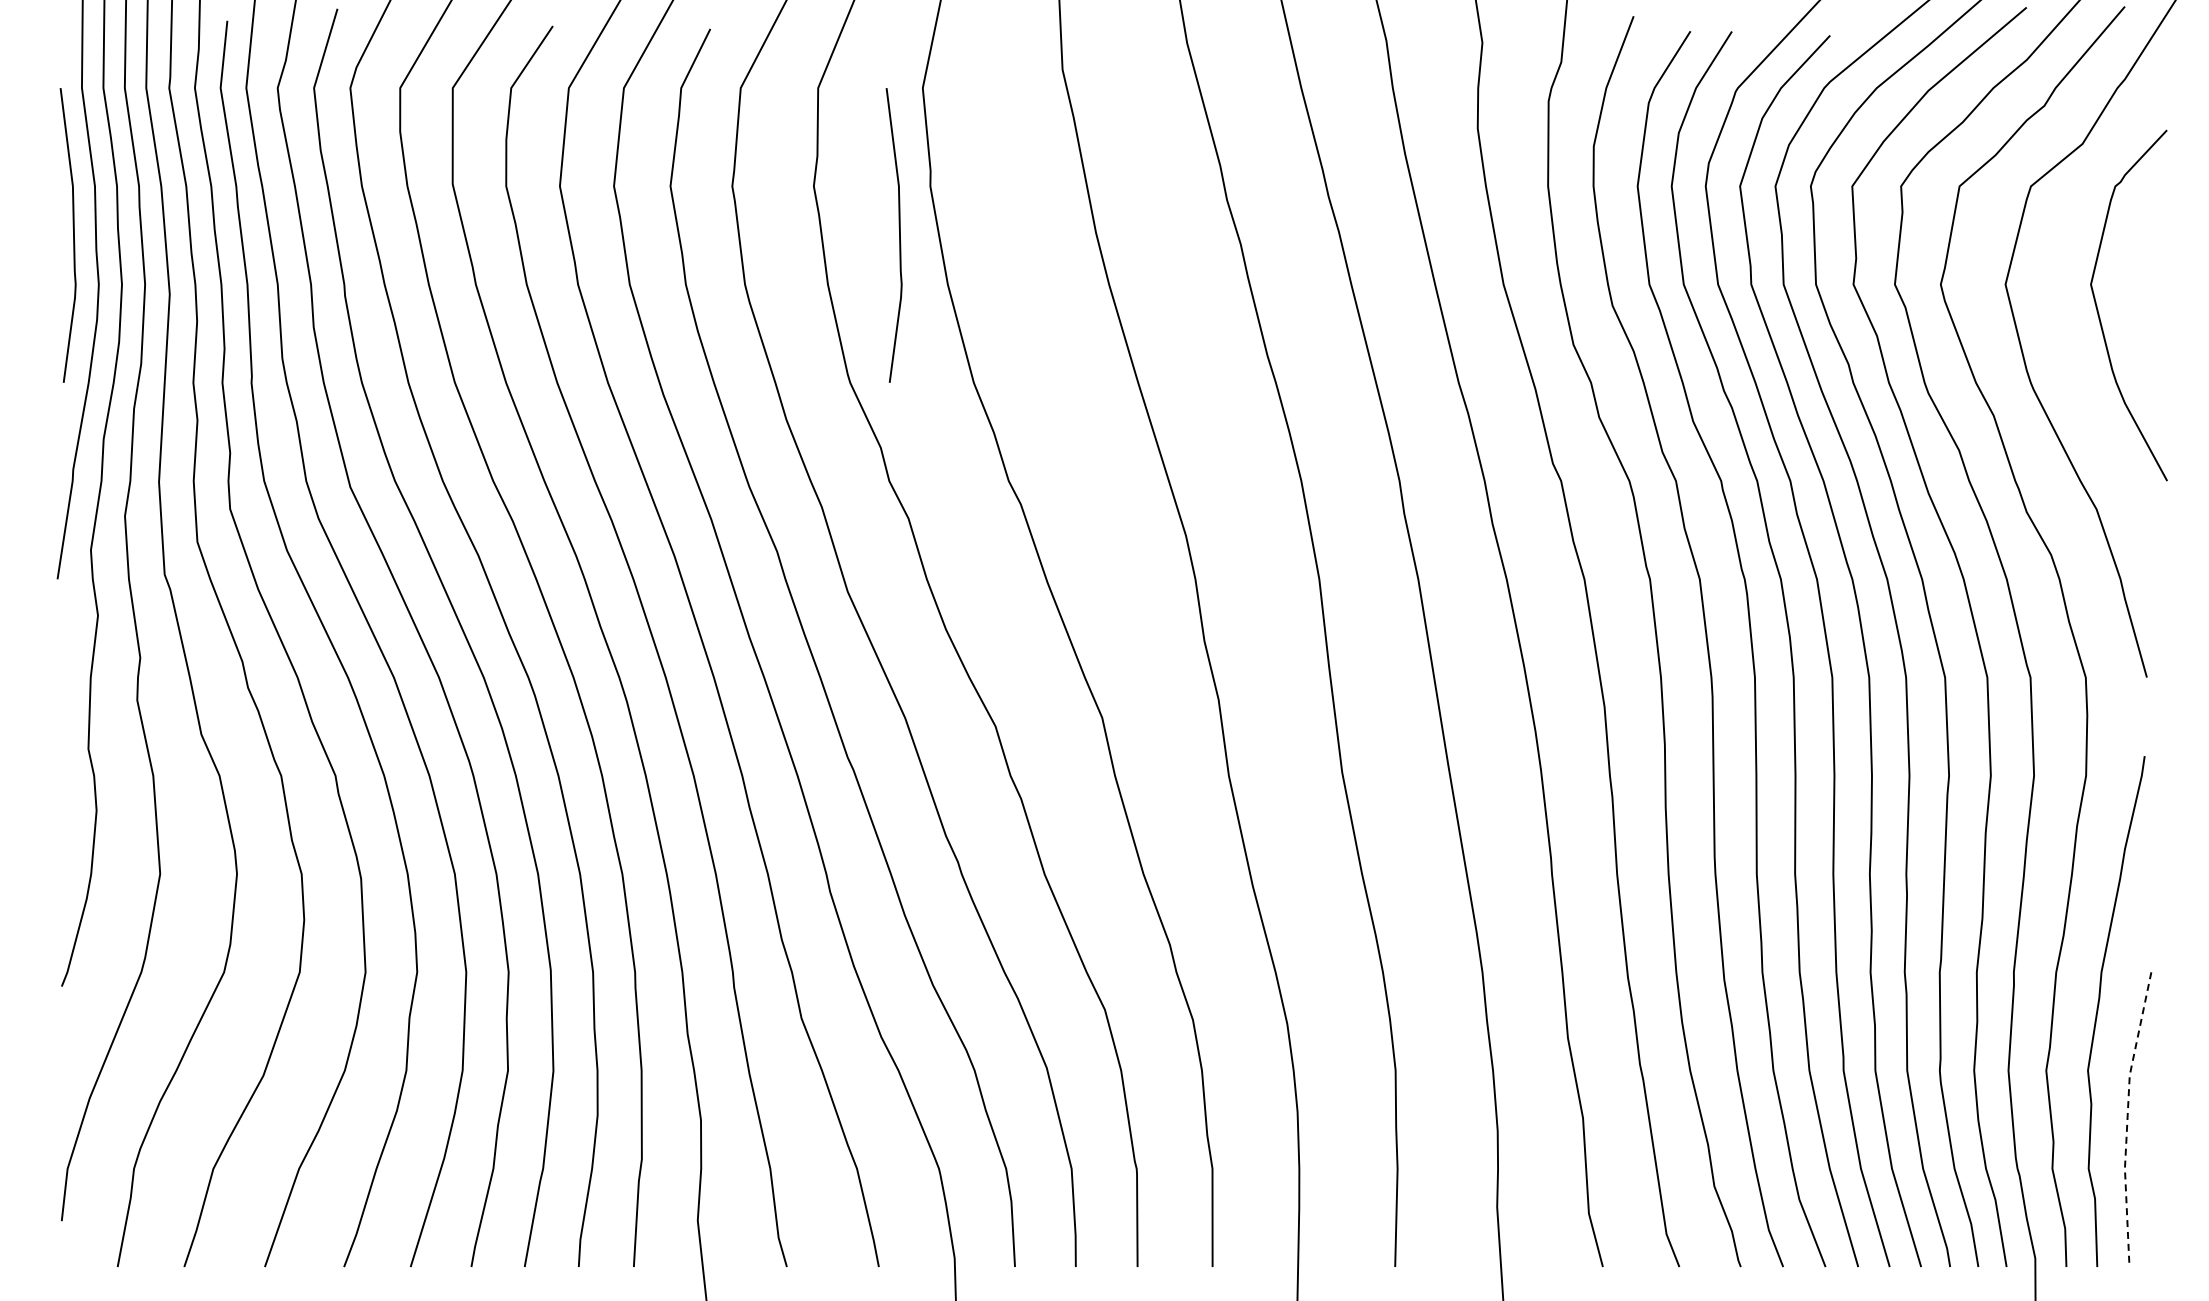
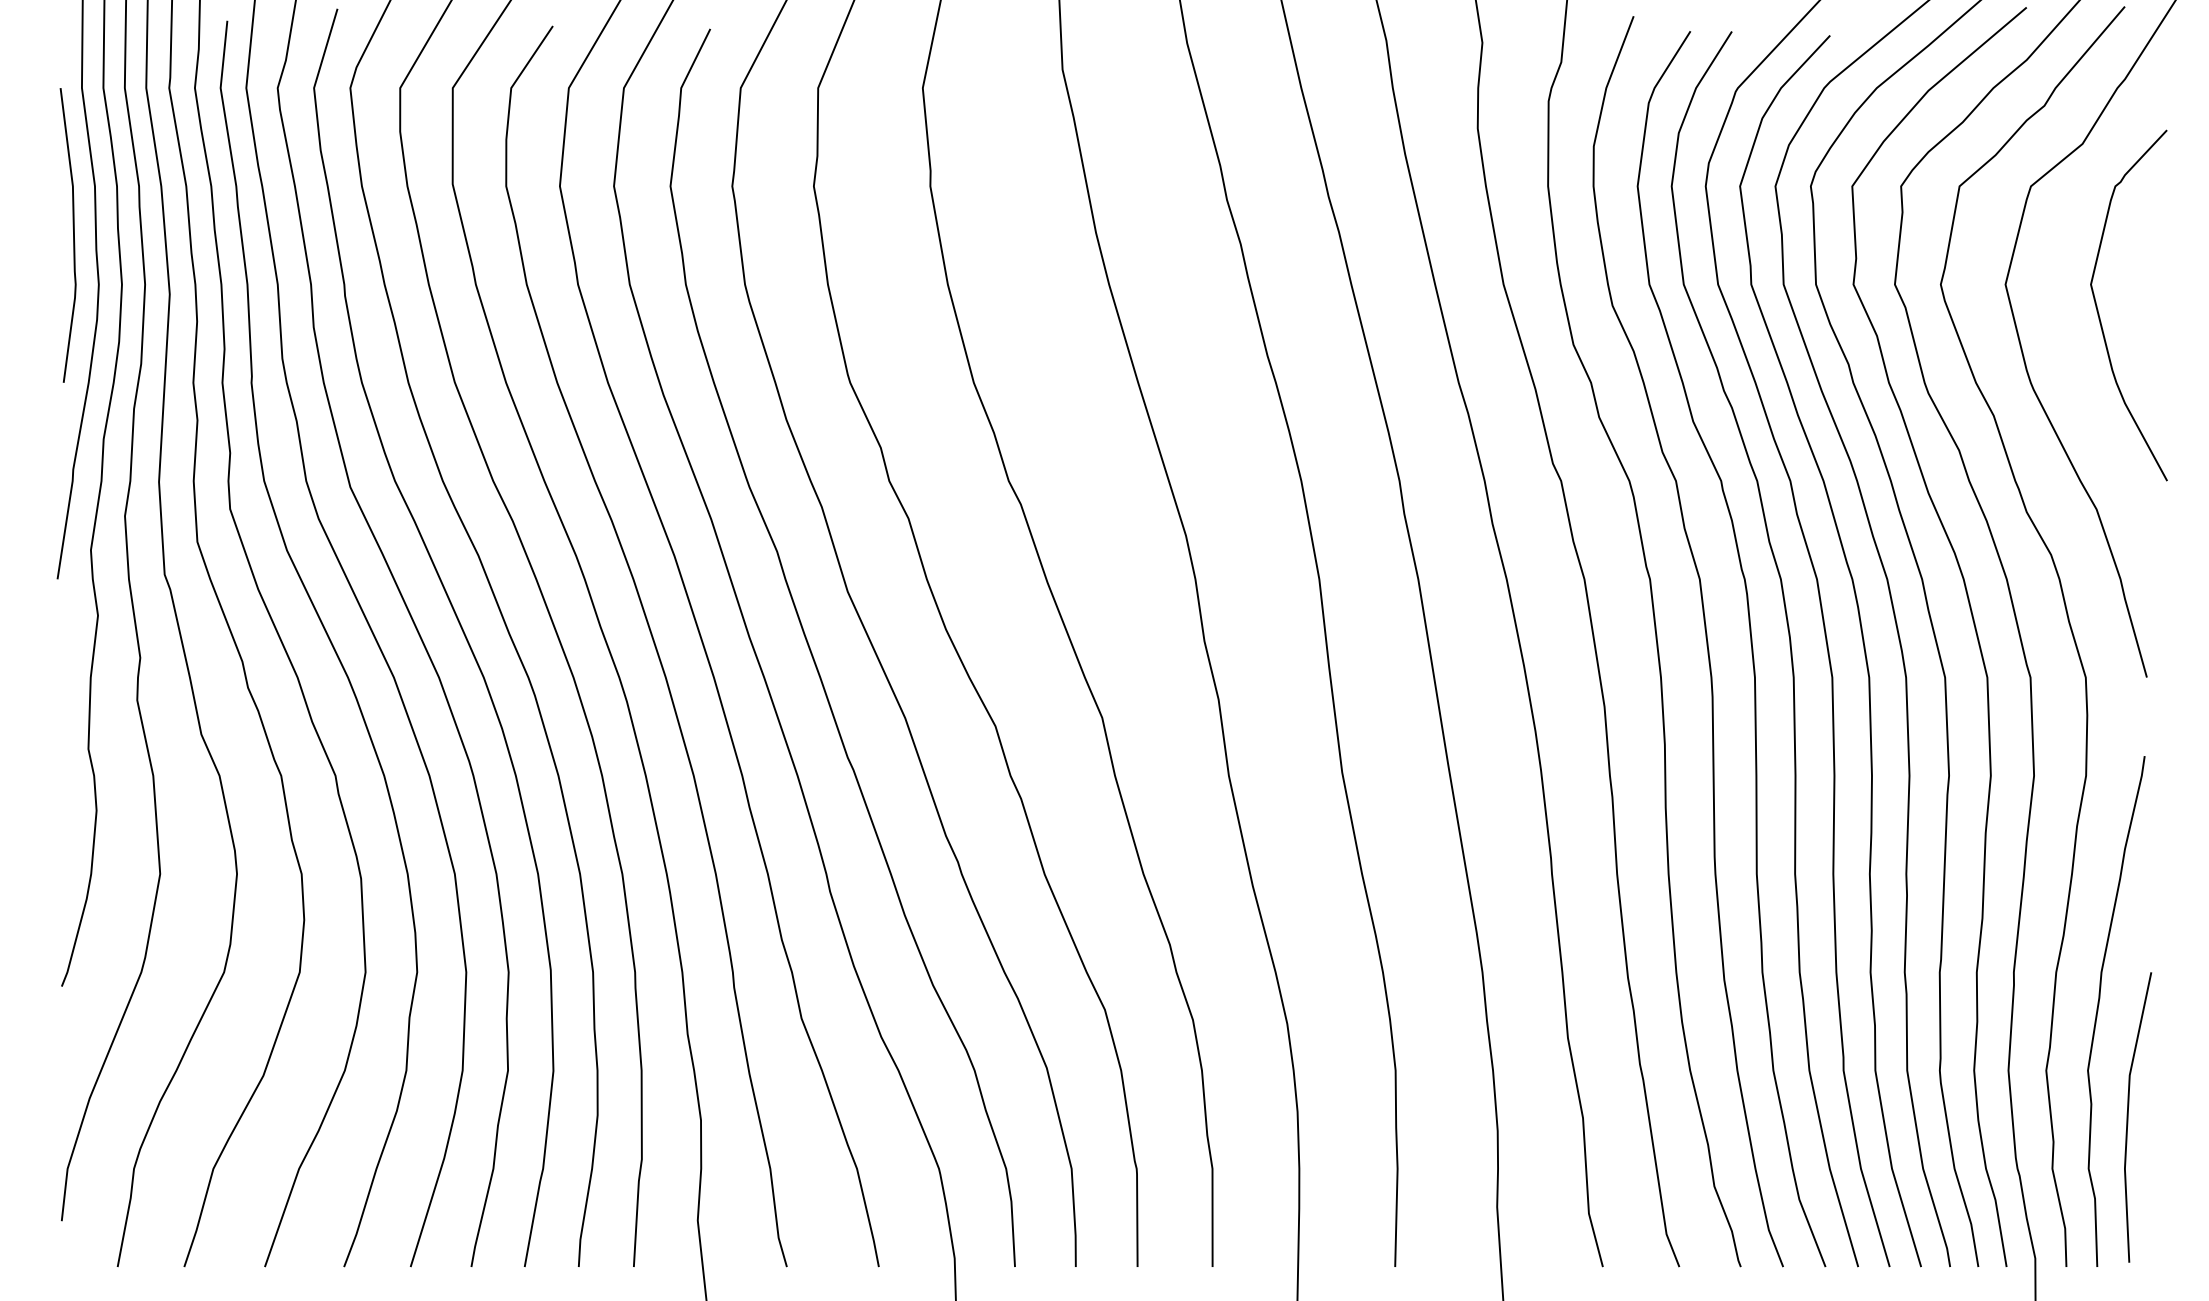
curve at (899, 235): present -> none
line at (2127, 1117): dashed -> solid
